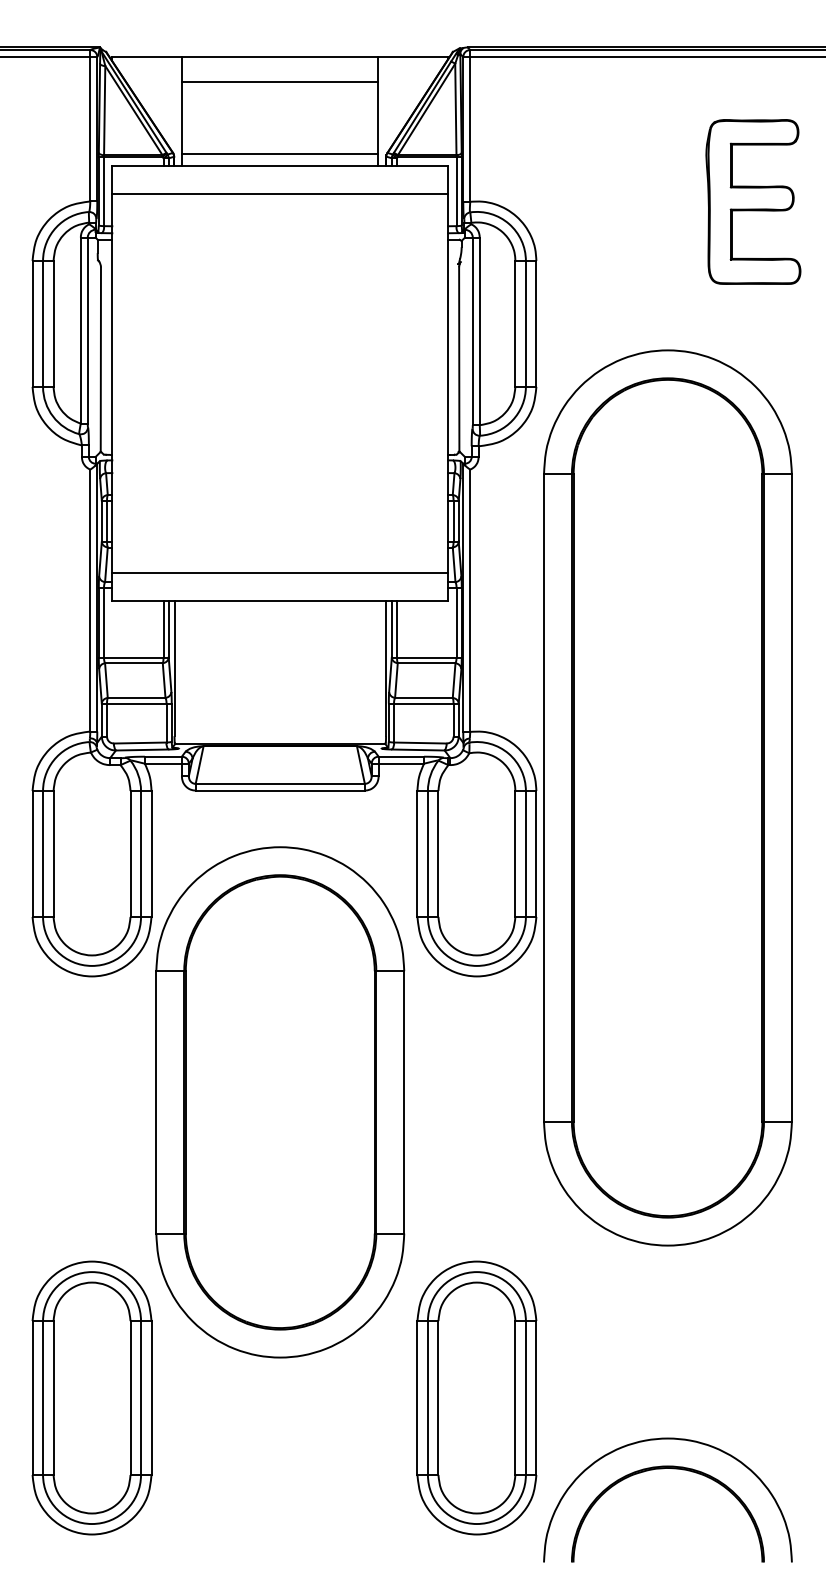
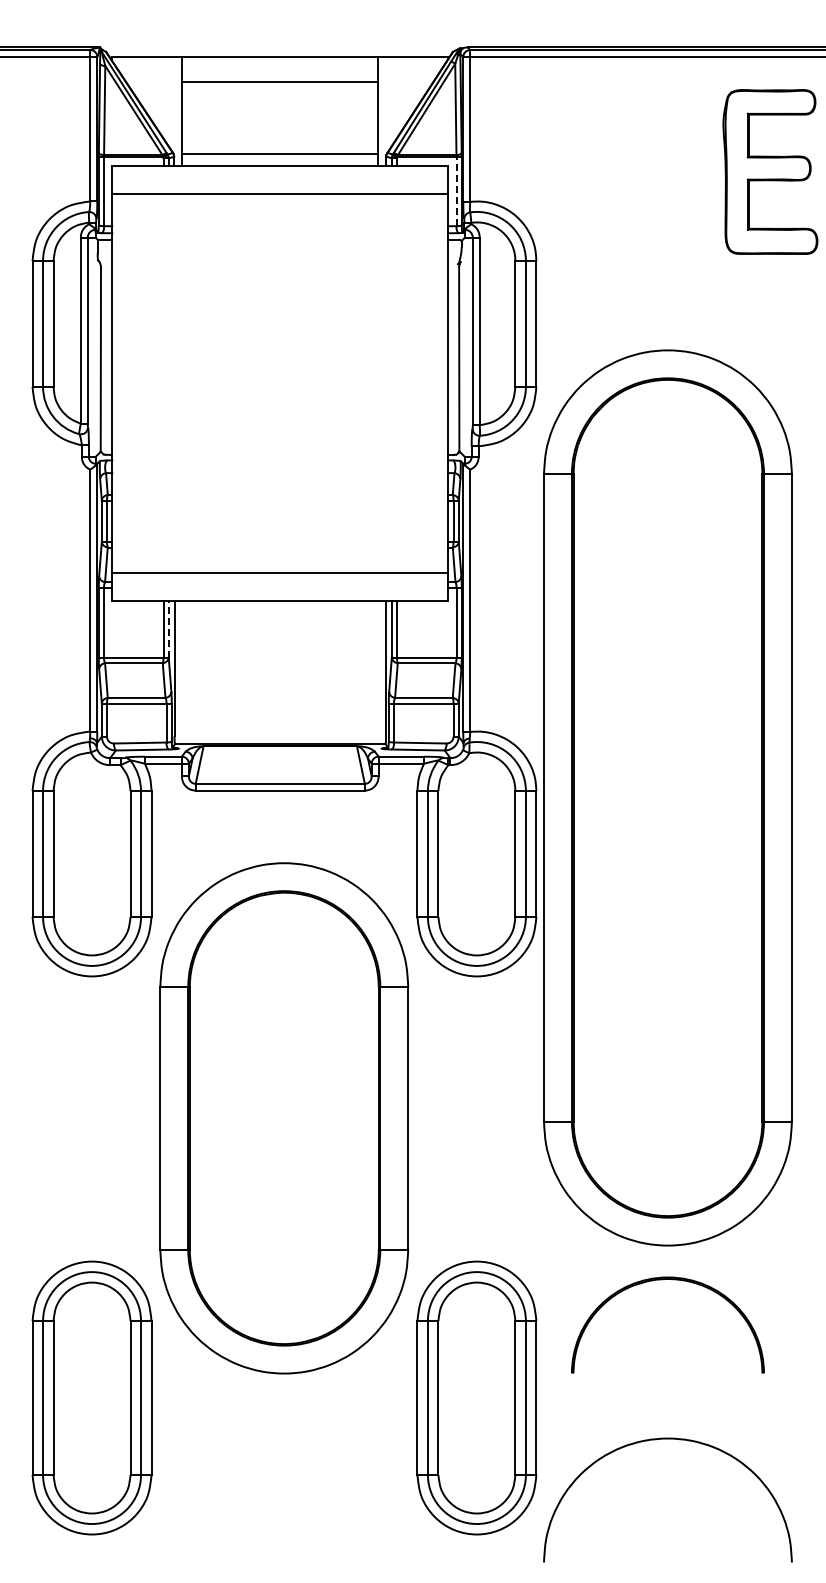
line at (456, 191): solid -> dashed
part at (753, 201) position: (753, 201) -> (770, 171)
line at (168, 628): solid -> dashed
part at (280, 1102) position: (280, 1102) -> (284, 1118)
part at (663, 1469) position: (663, 1469) -> (663, 1280)
